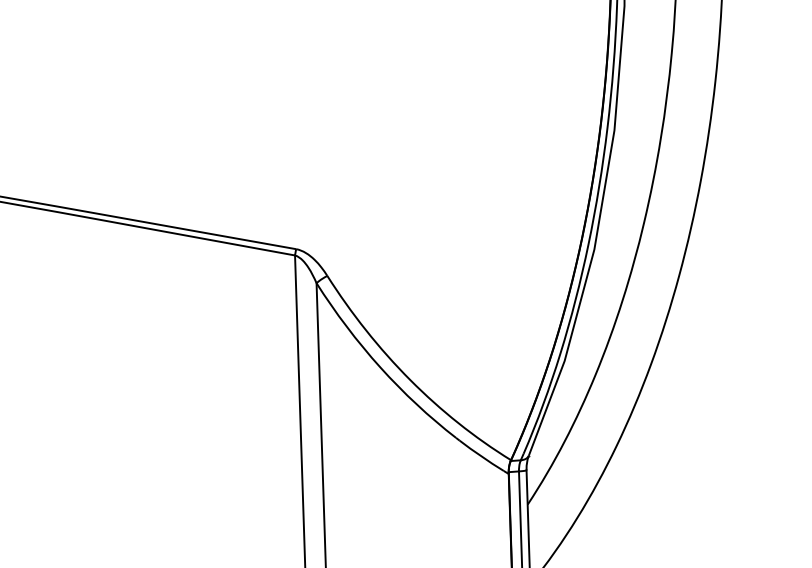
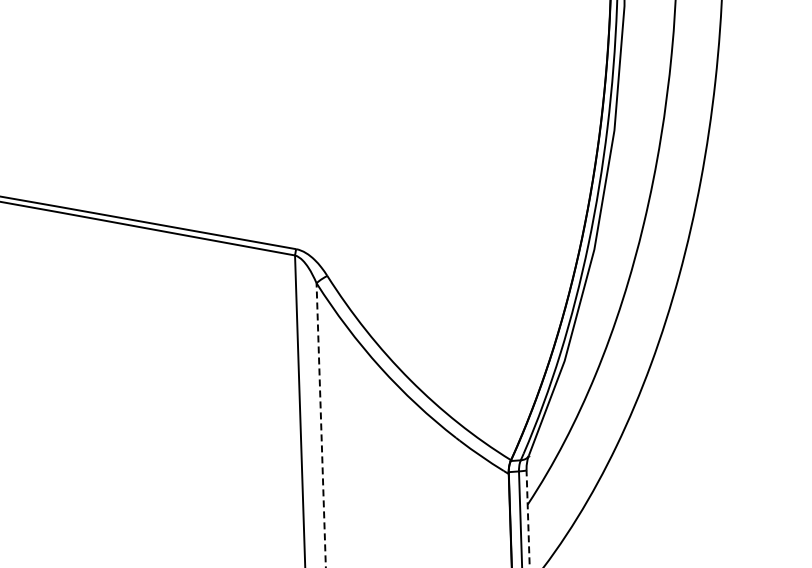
line at (321, 425): solid -> dashed
line at (528, 518): solid -> dashed
